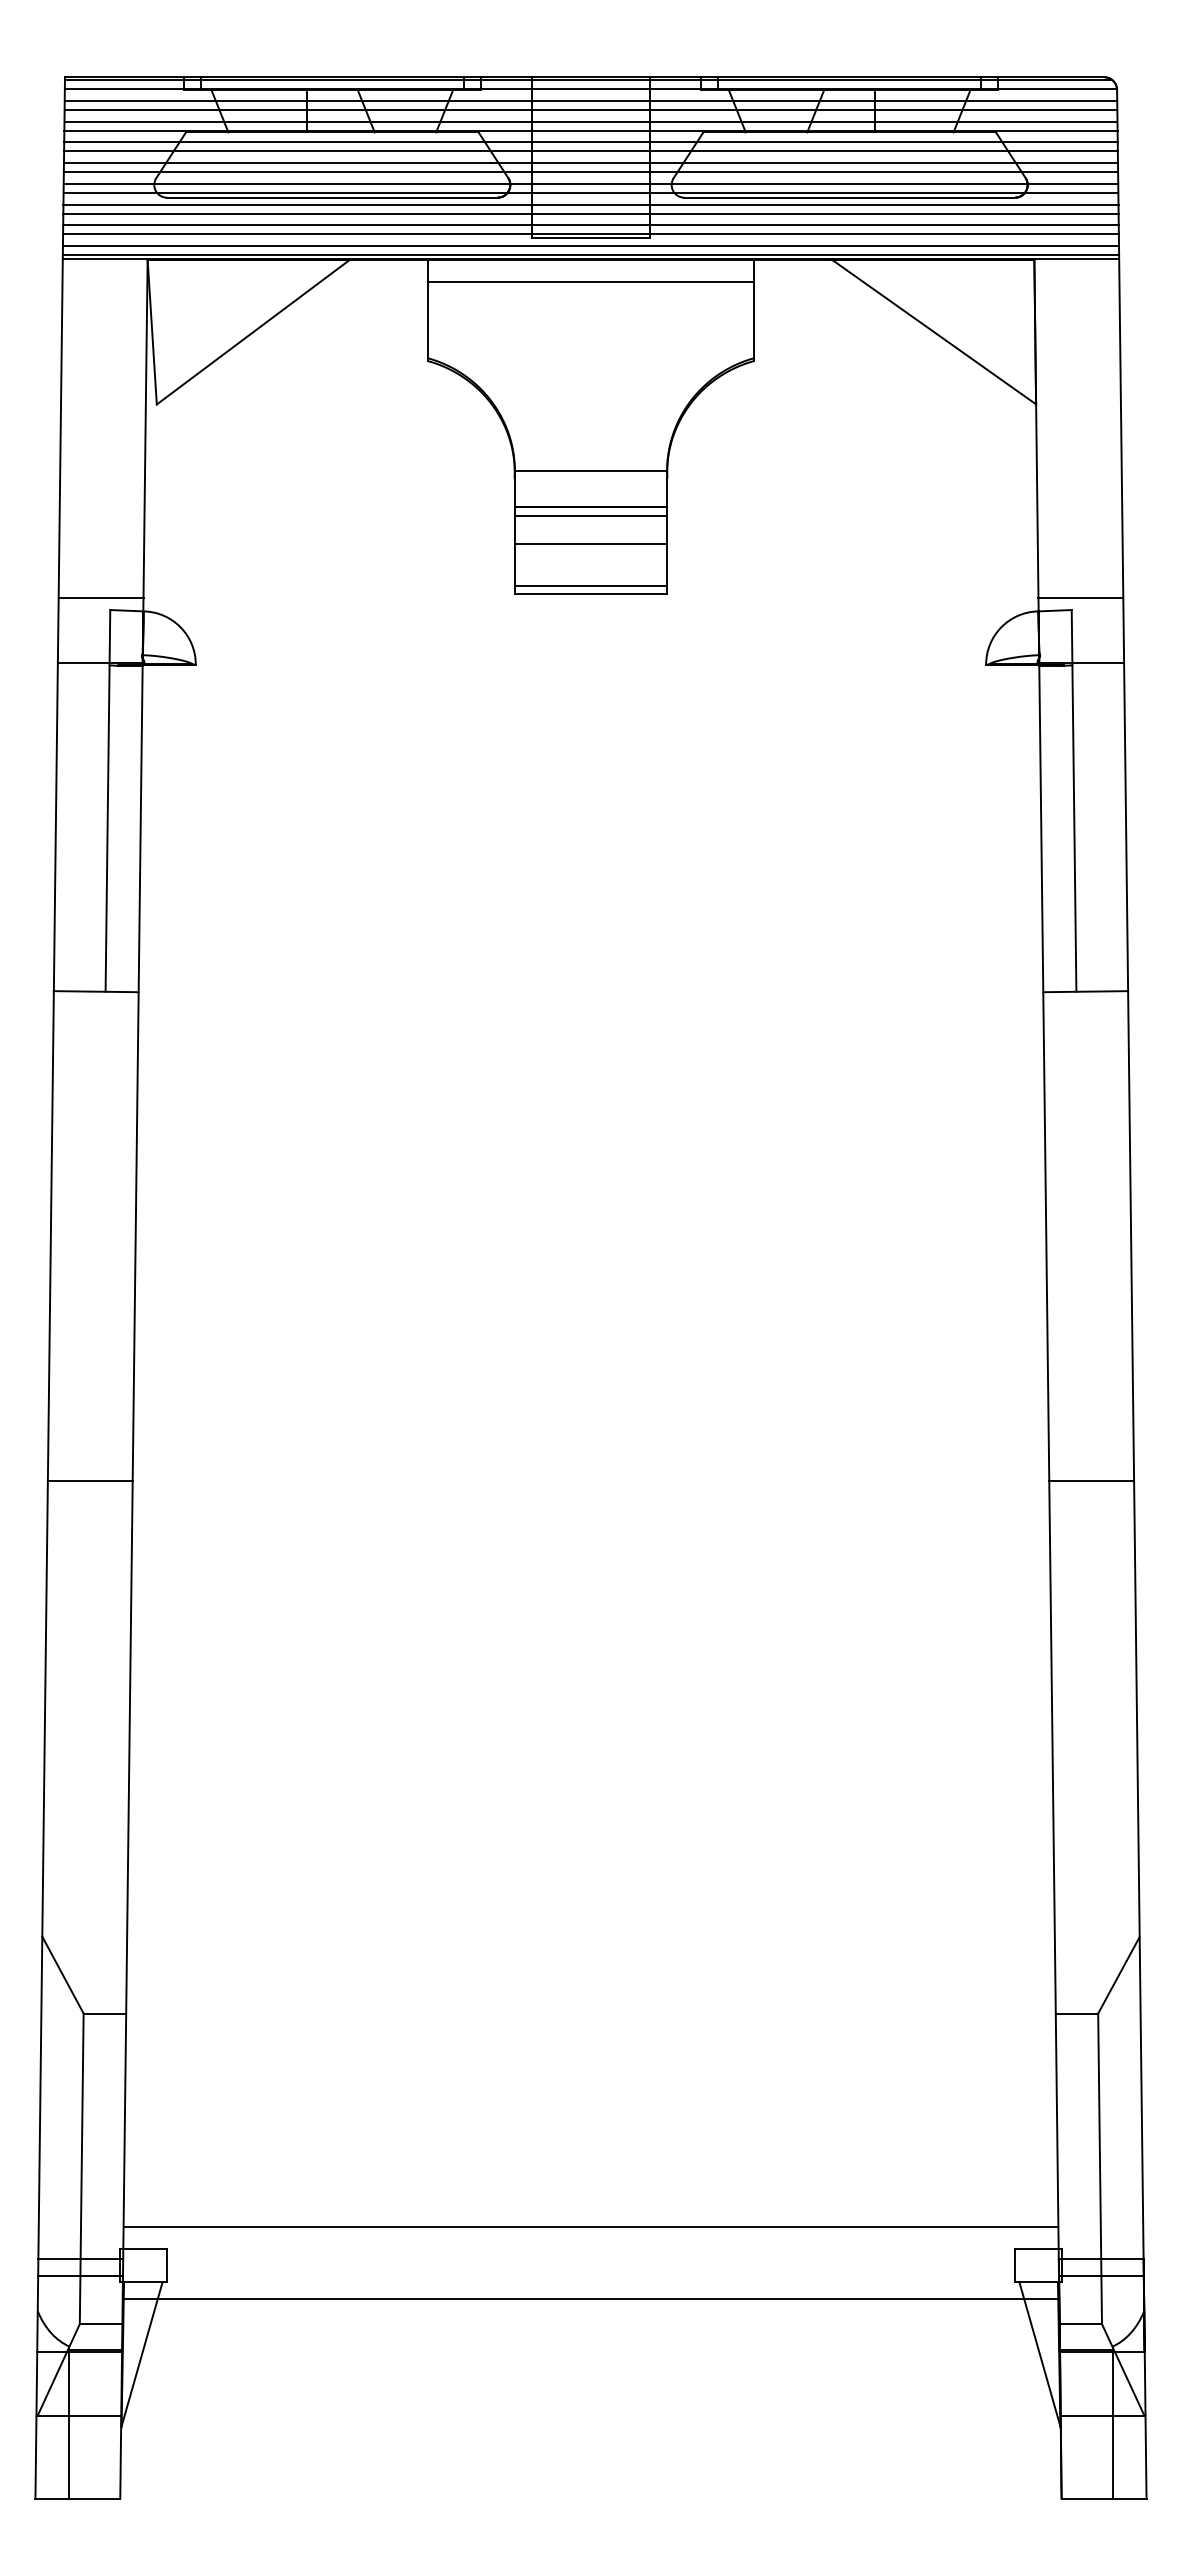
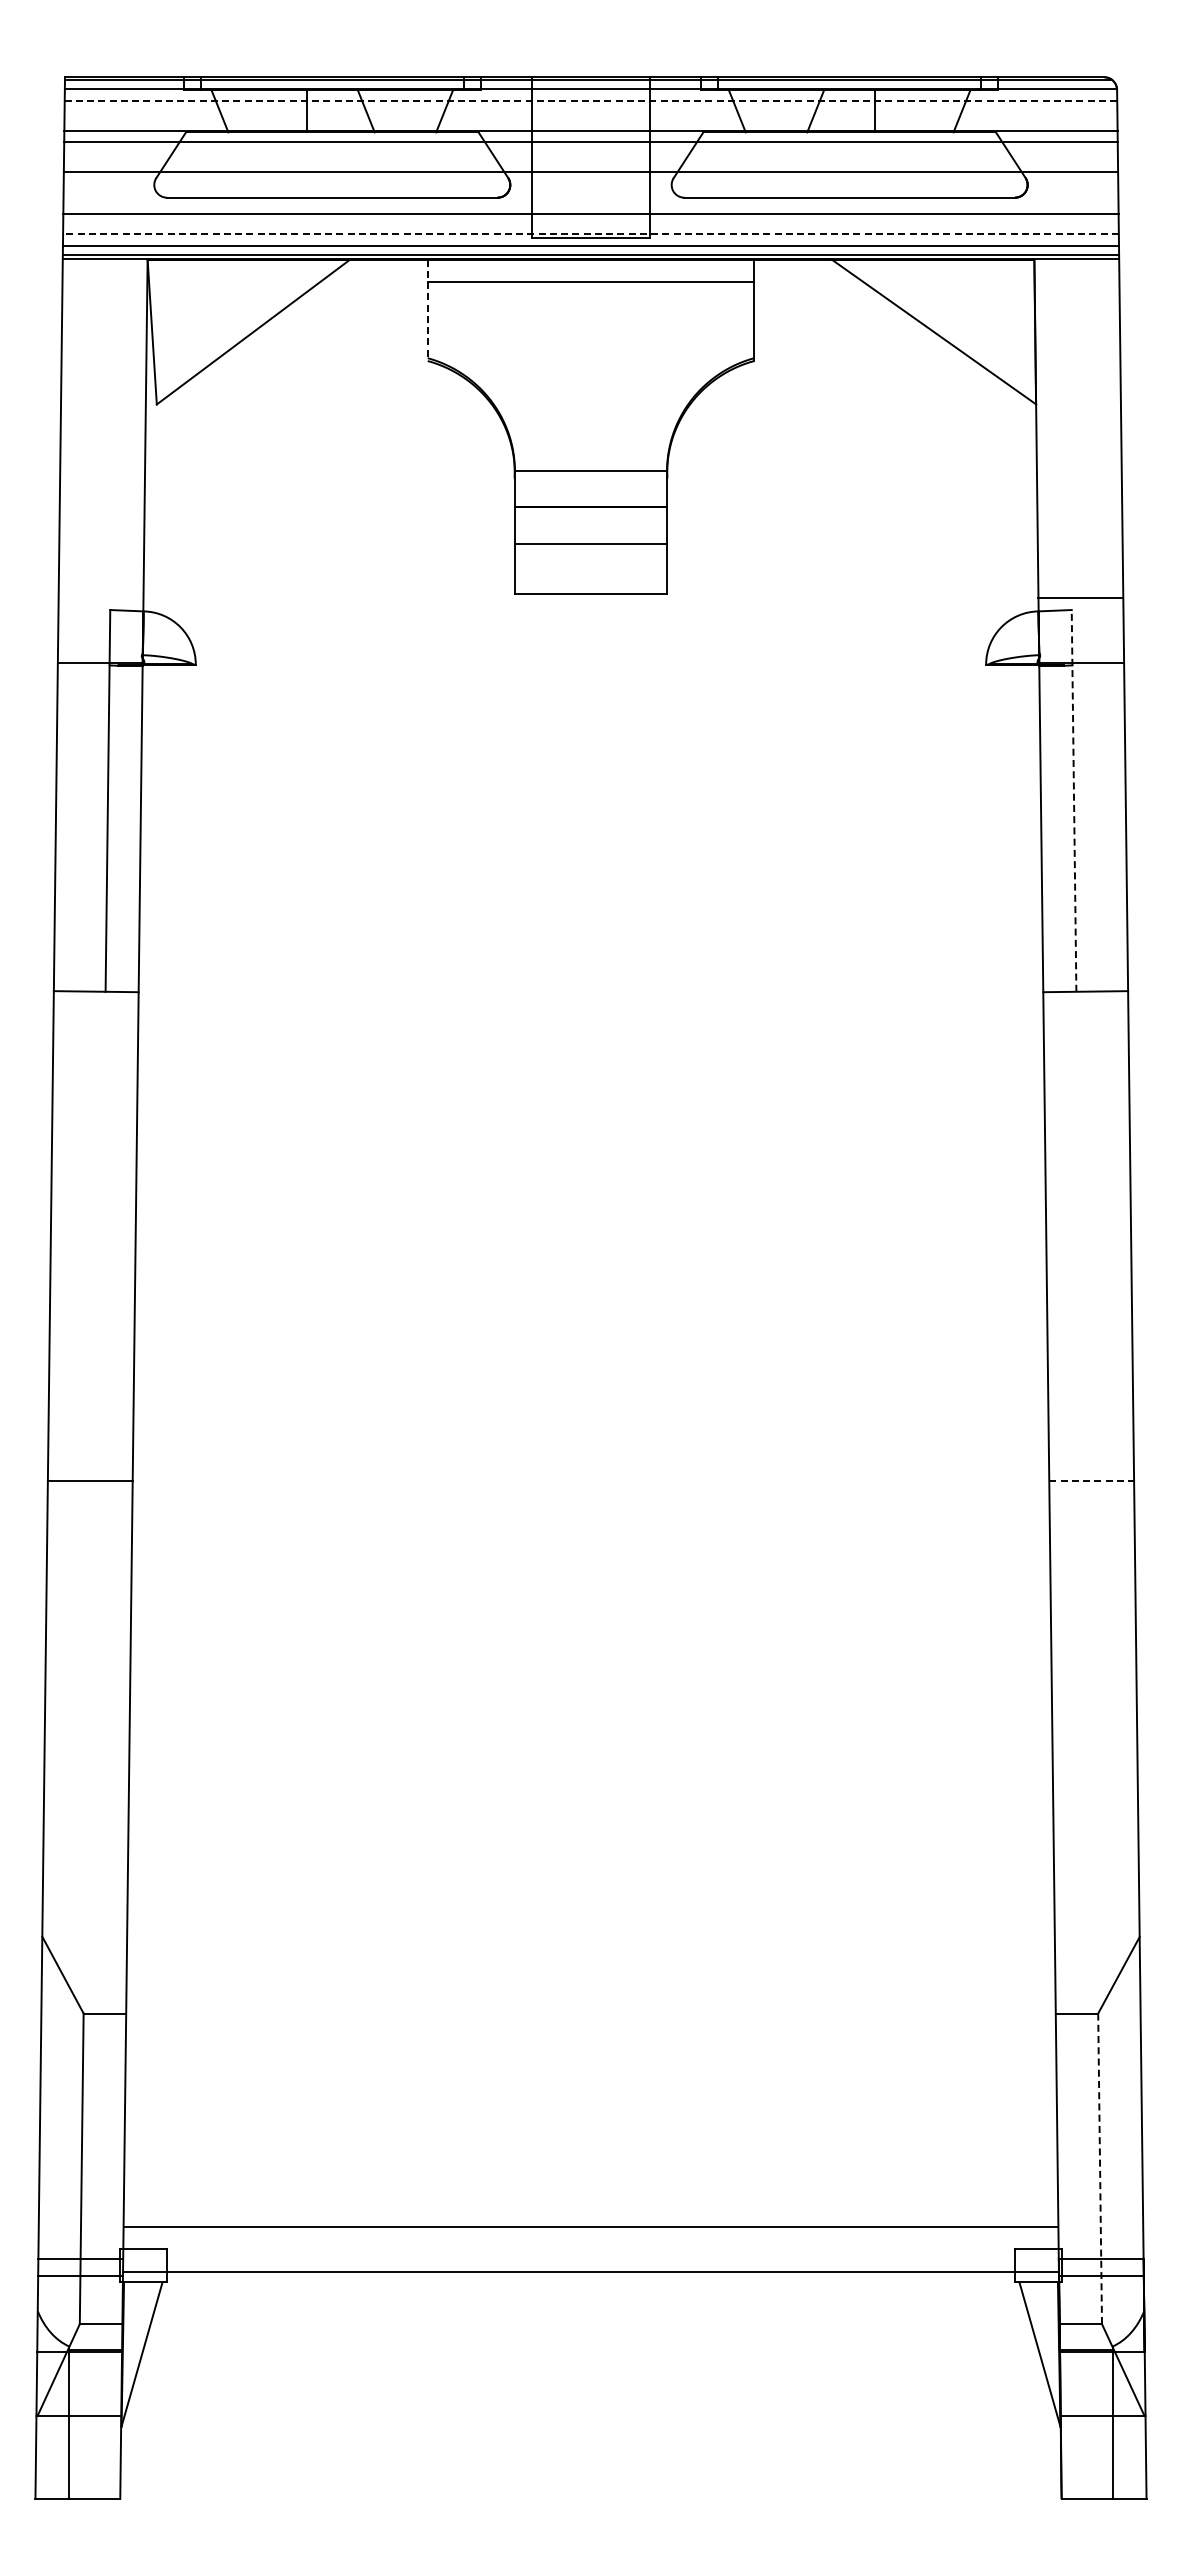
line at (591, 100): solid -> dashed
line at (590, 109): present -> none
line at (590, 121): present -> none
line at (590, 151): present -> none
line at (590, 163): present -> none
line at (590, 183): present -> none
line at (590, 192): present -> none
line at (590, 204): present -> none
line at (590, 225): present -> none
line at (591, 234): solid -> dashed
line at (427, 310): solid -> dashed
line at (590, 515): present -> none
line at (590, 585): present -> none
line at (100, 597): present -> none
line at (1074, 800): solid -> dashed
line at (1092, 1481): solid -> dashed
line at (1100, 2169): solid -> dashed
line at (590, 2299) position: (590, 2299) -> (590, 2272)
